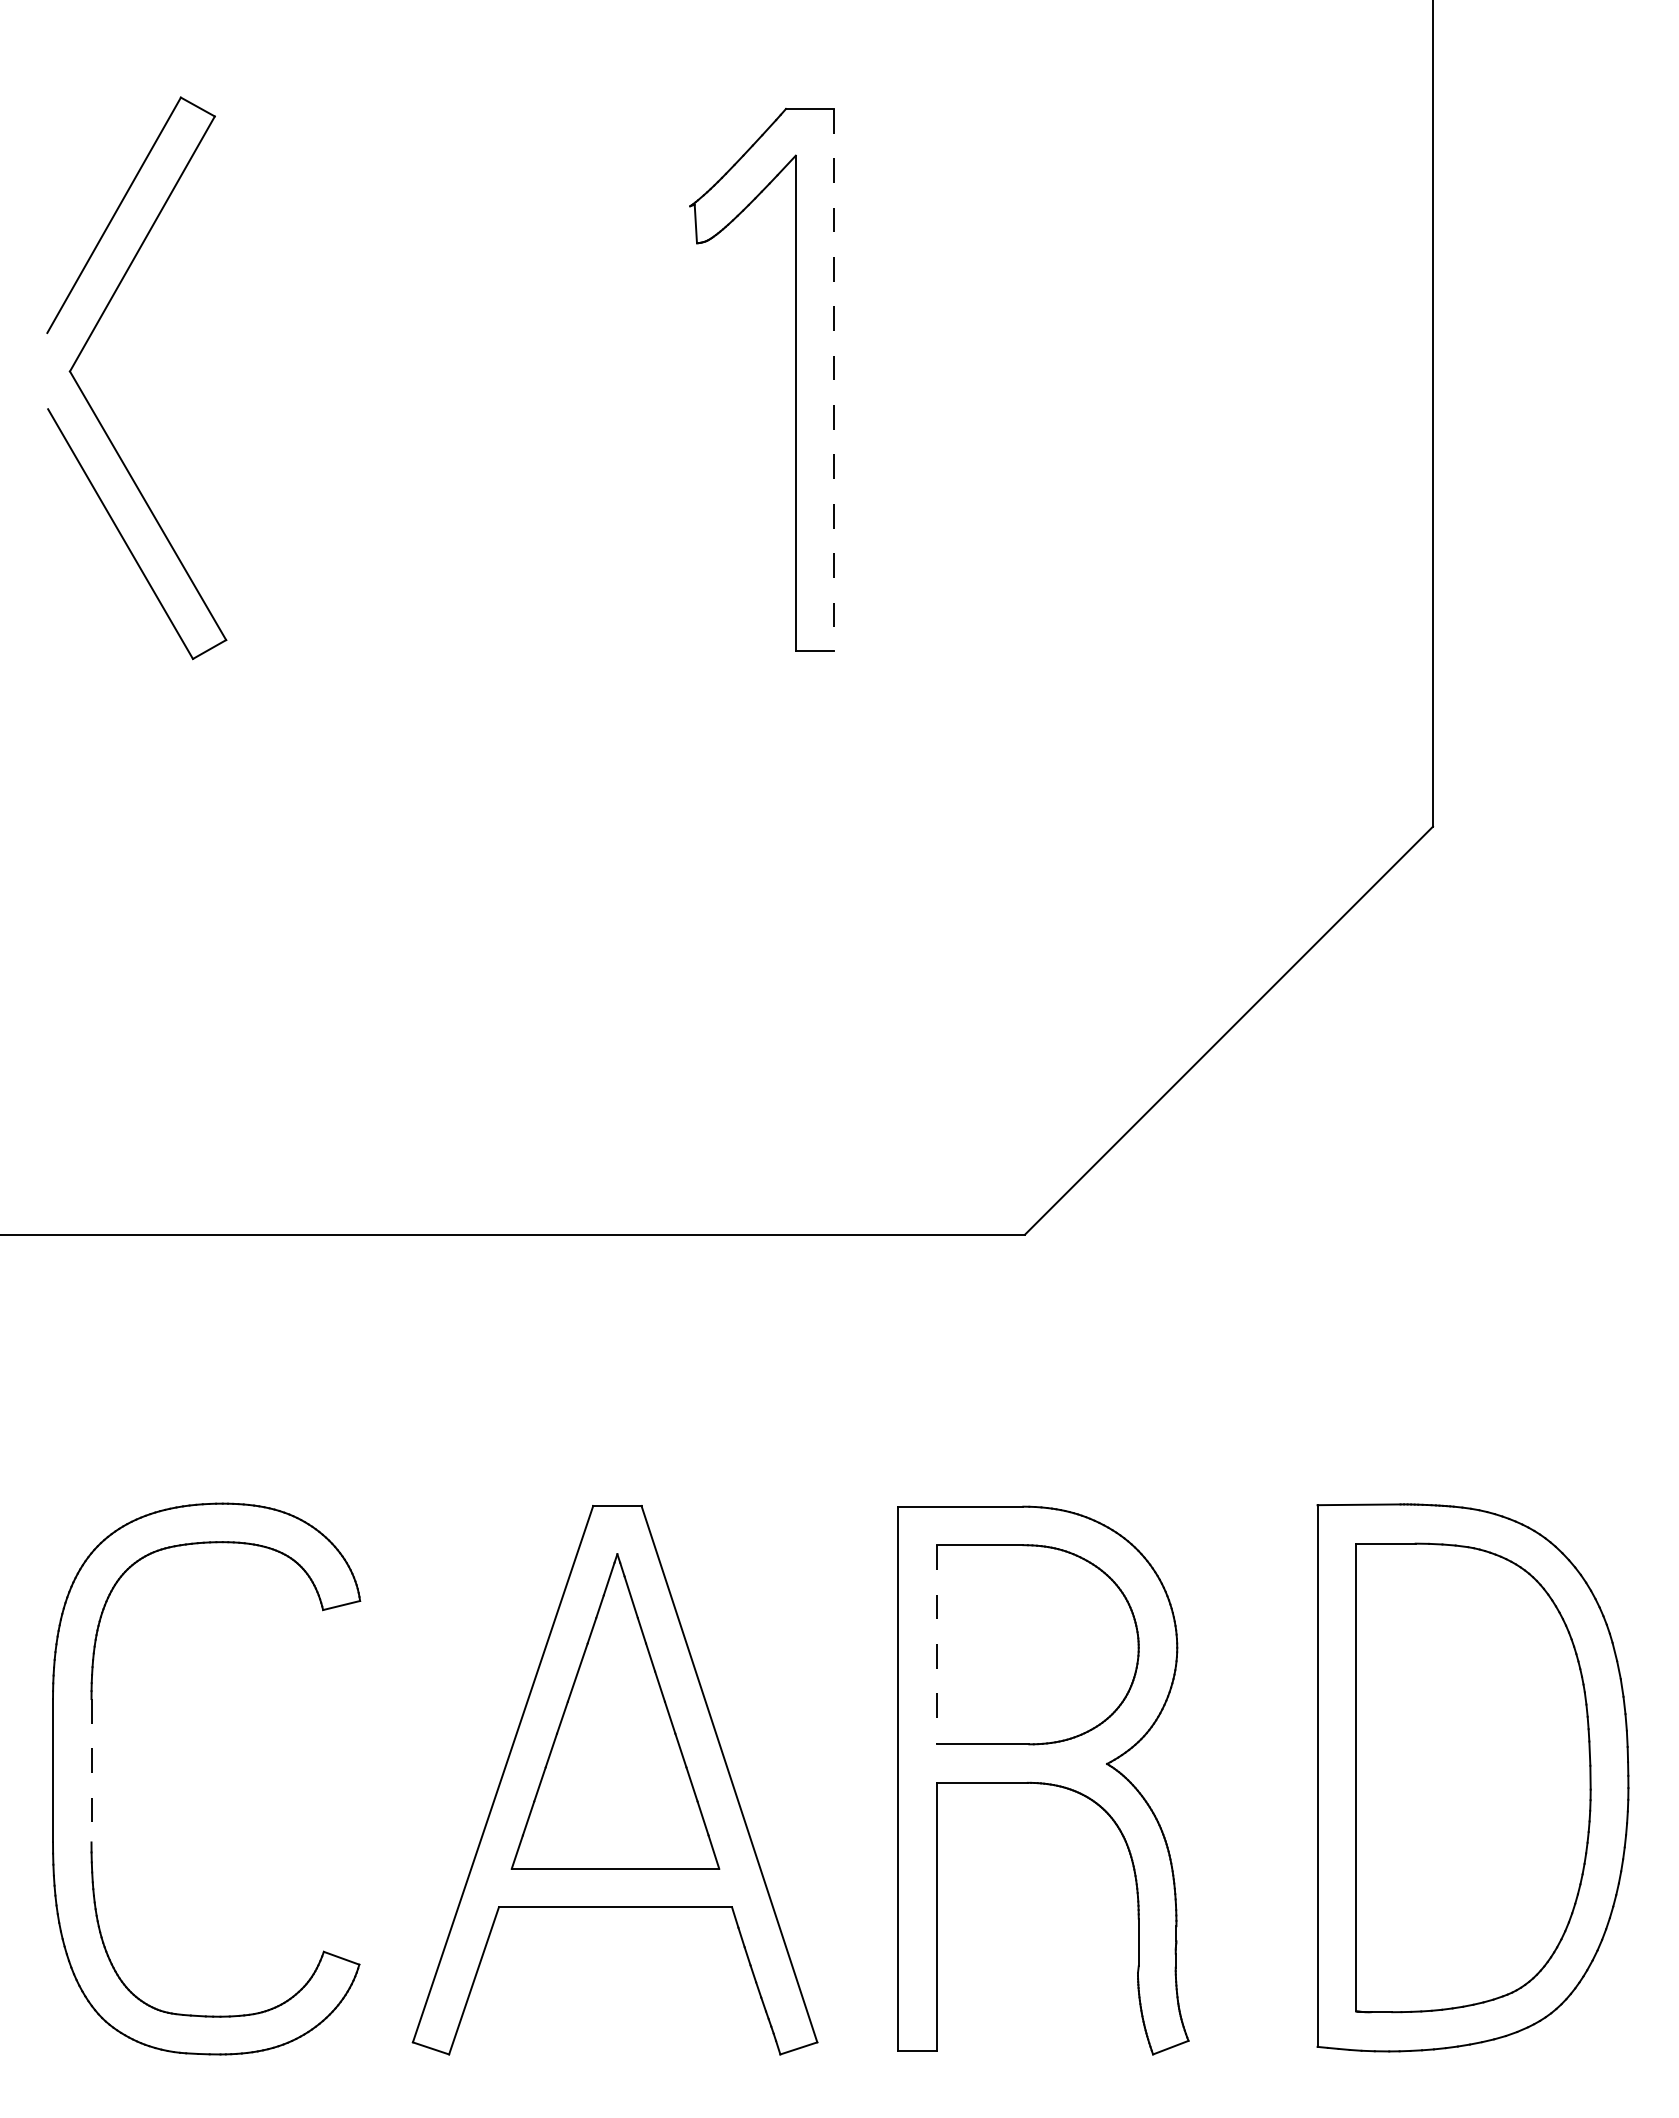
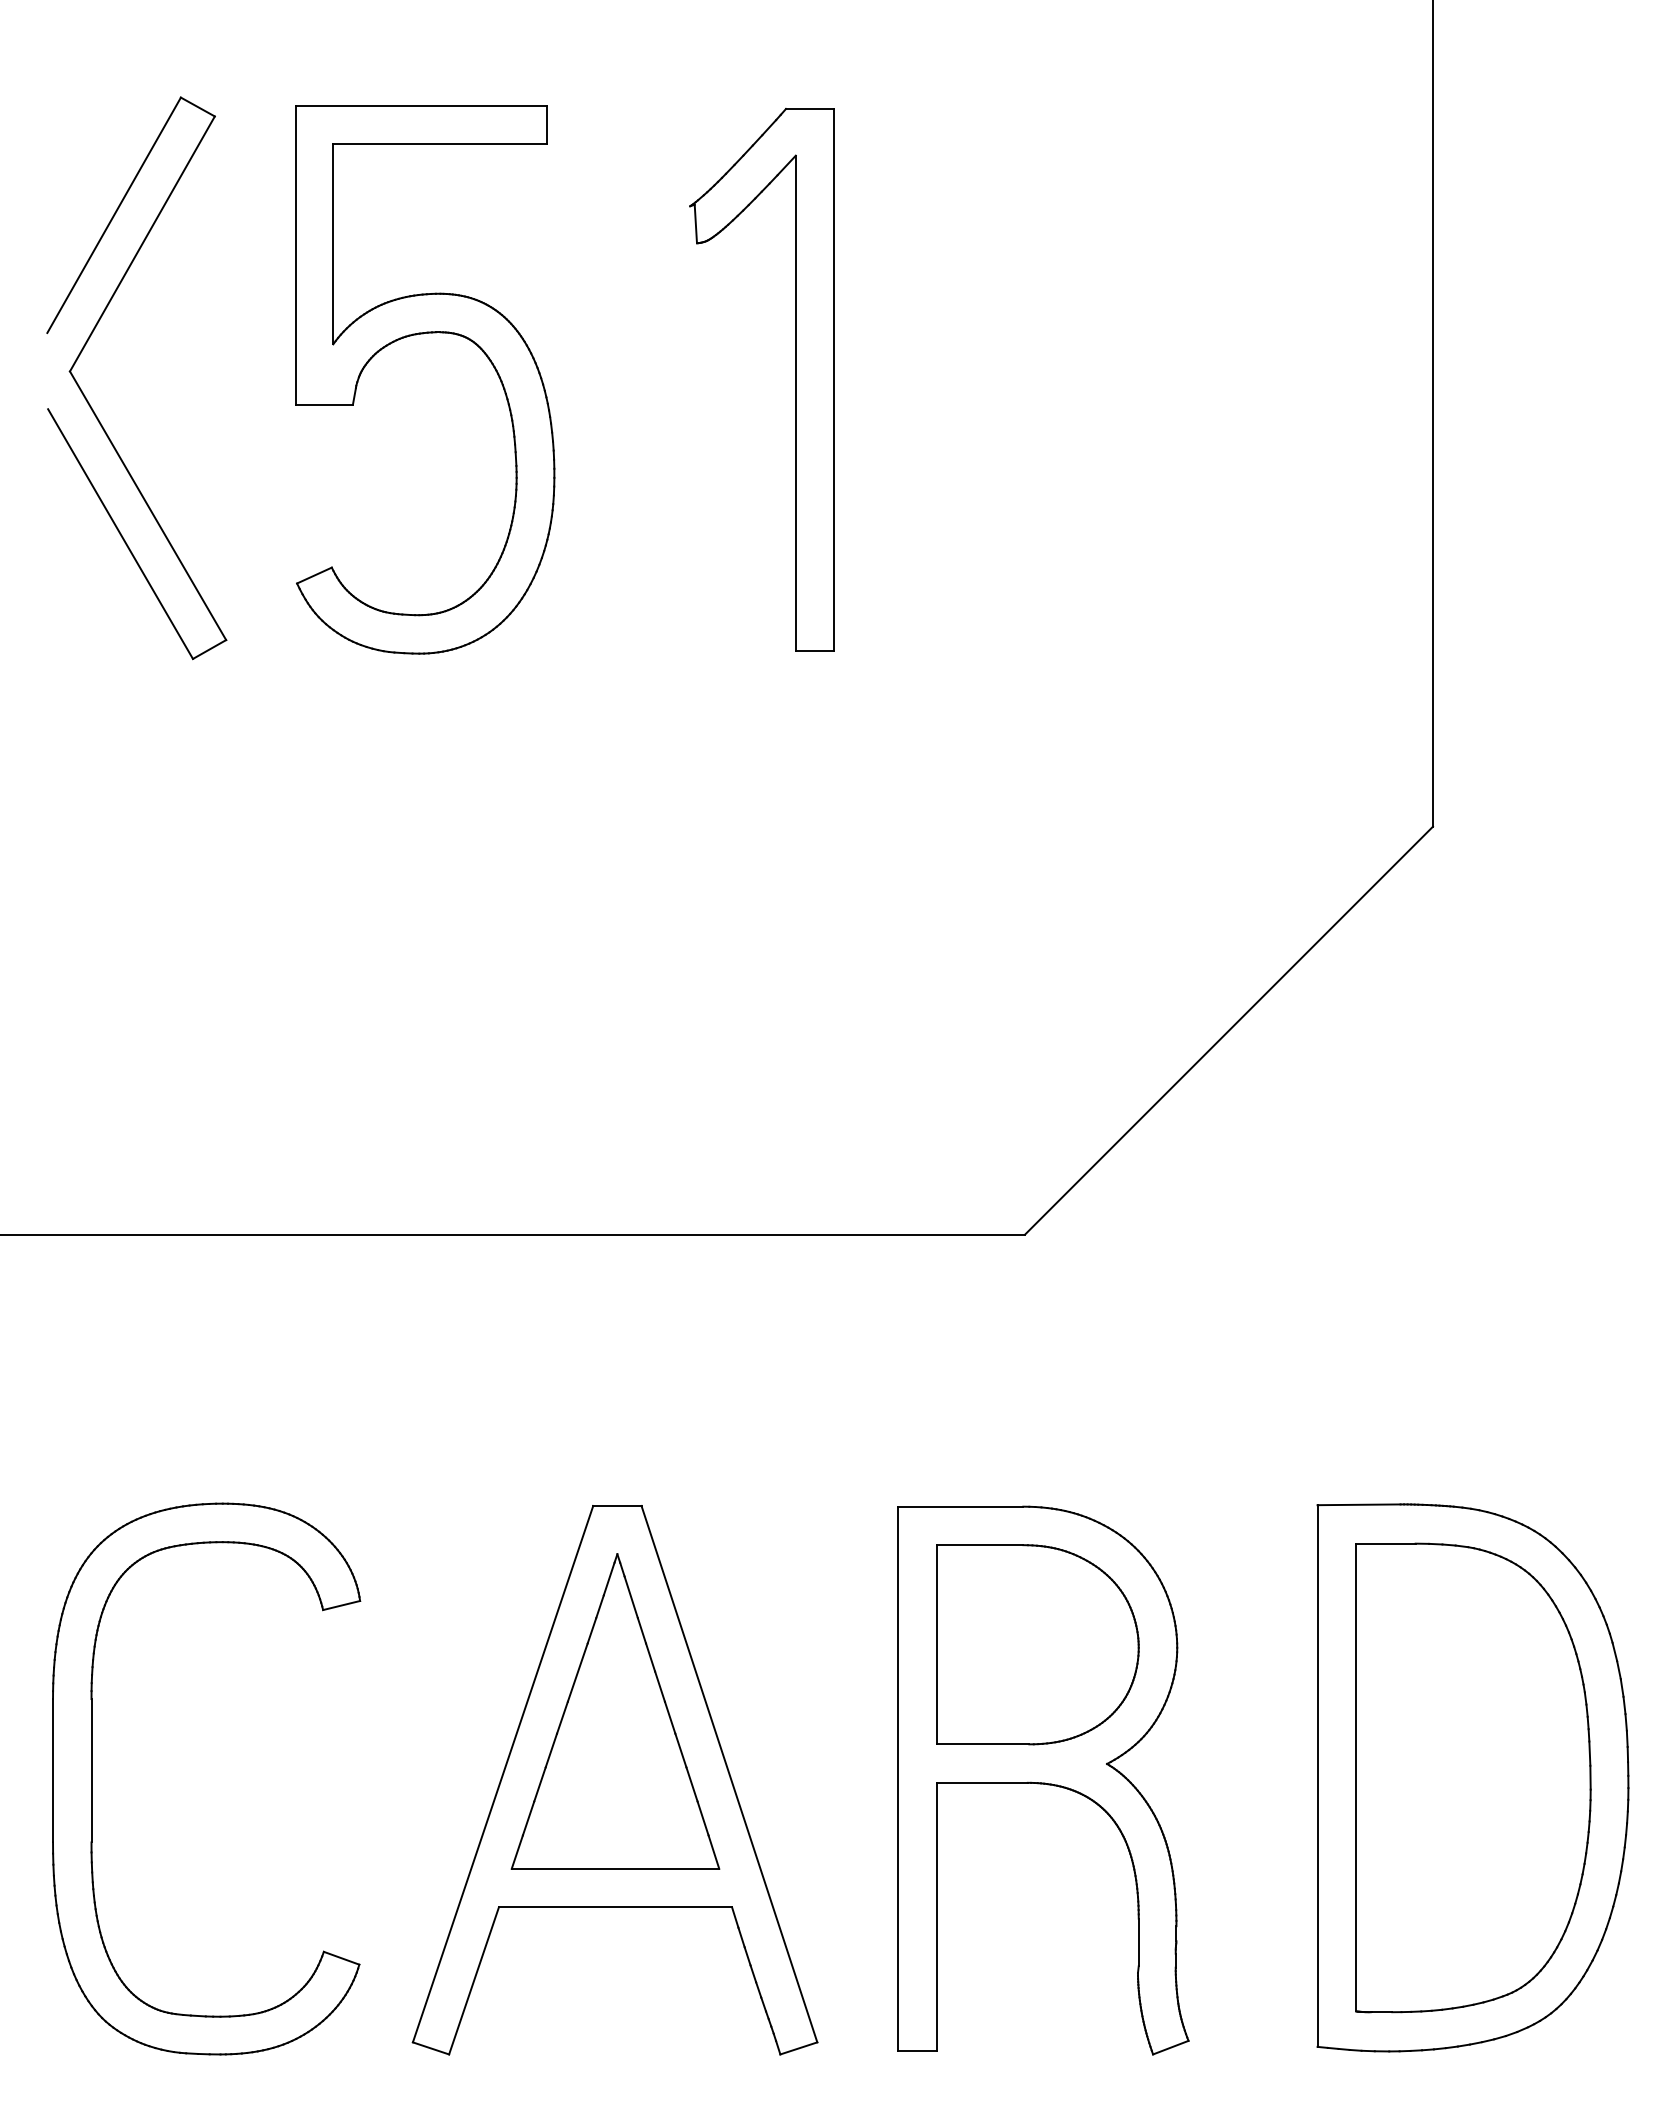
part at (416, 335): none -> present
line at (833, 379): dashed -> solid
line at (936, 1644): dashed -> solid
line at (91, 1770): dashed -> solid
